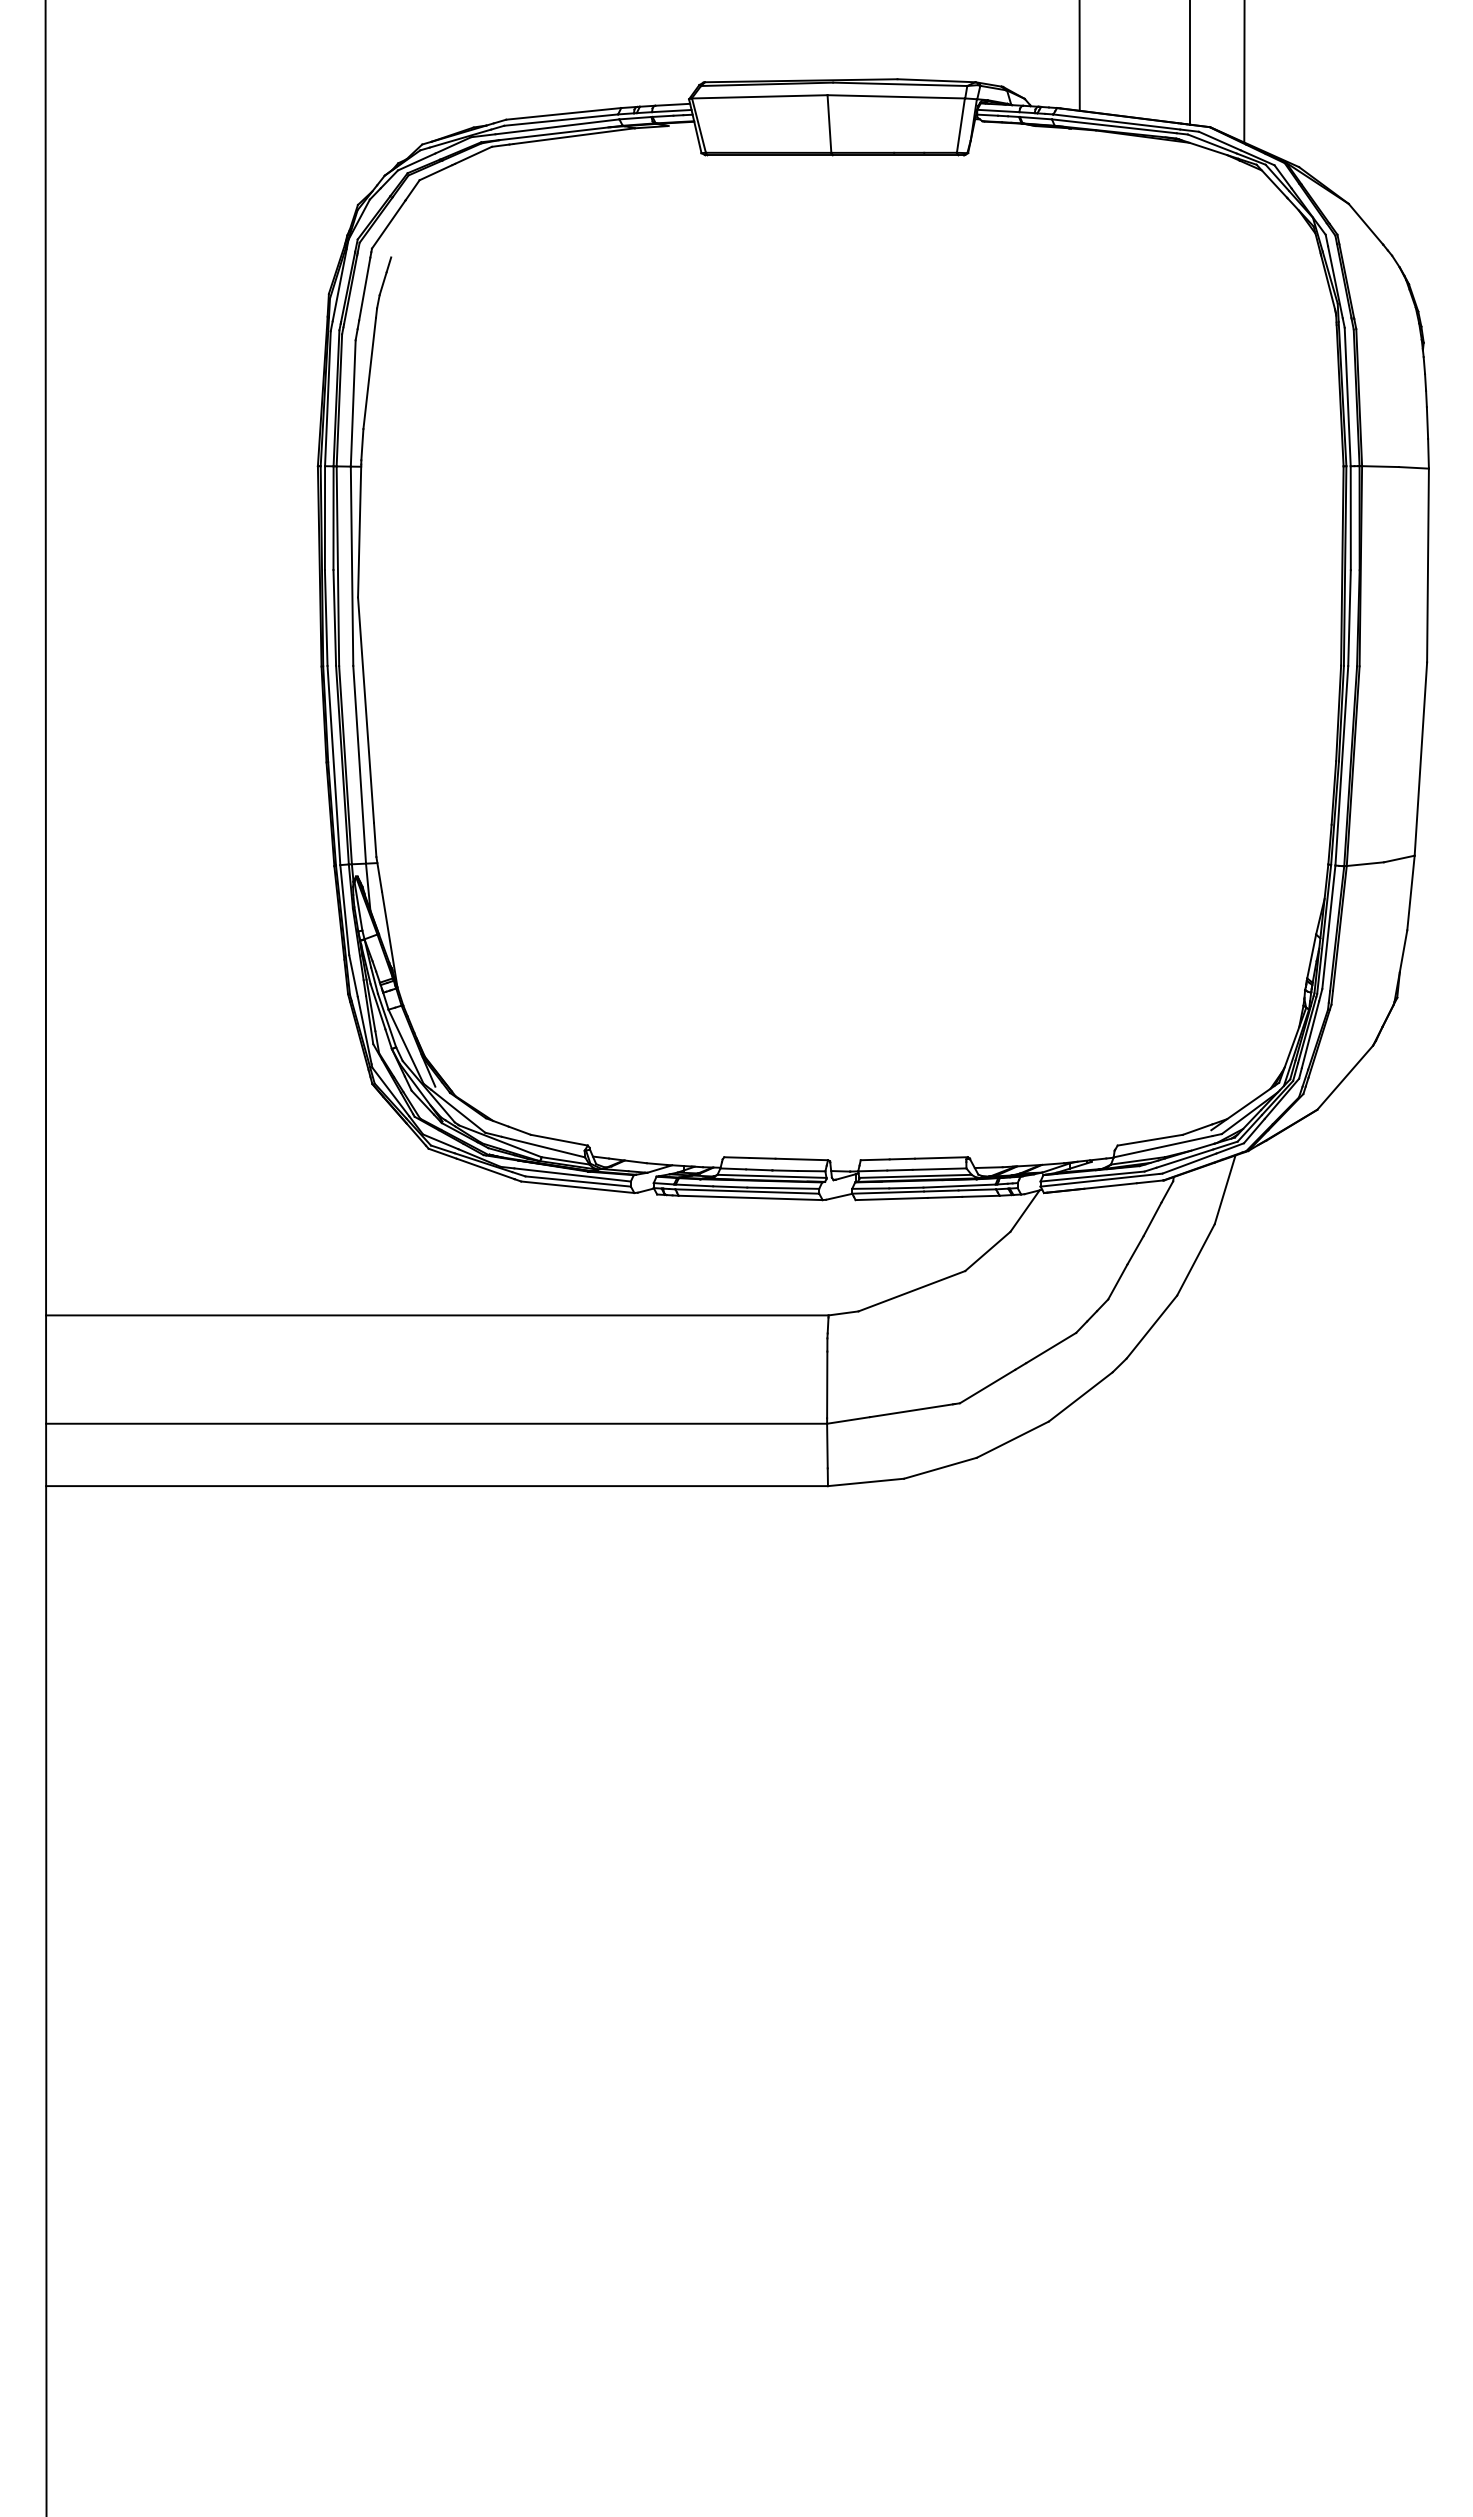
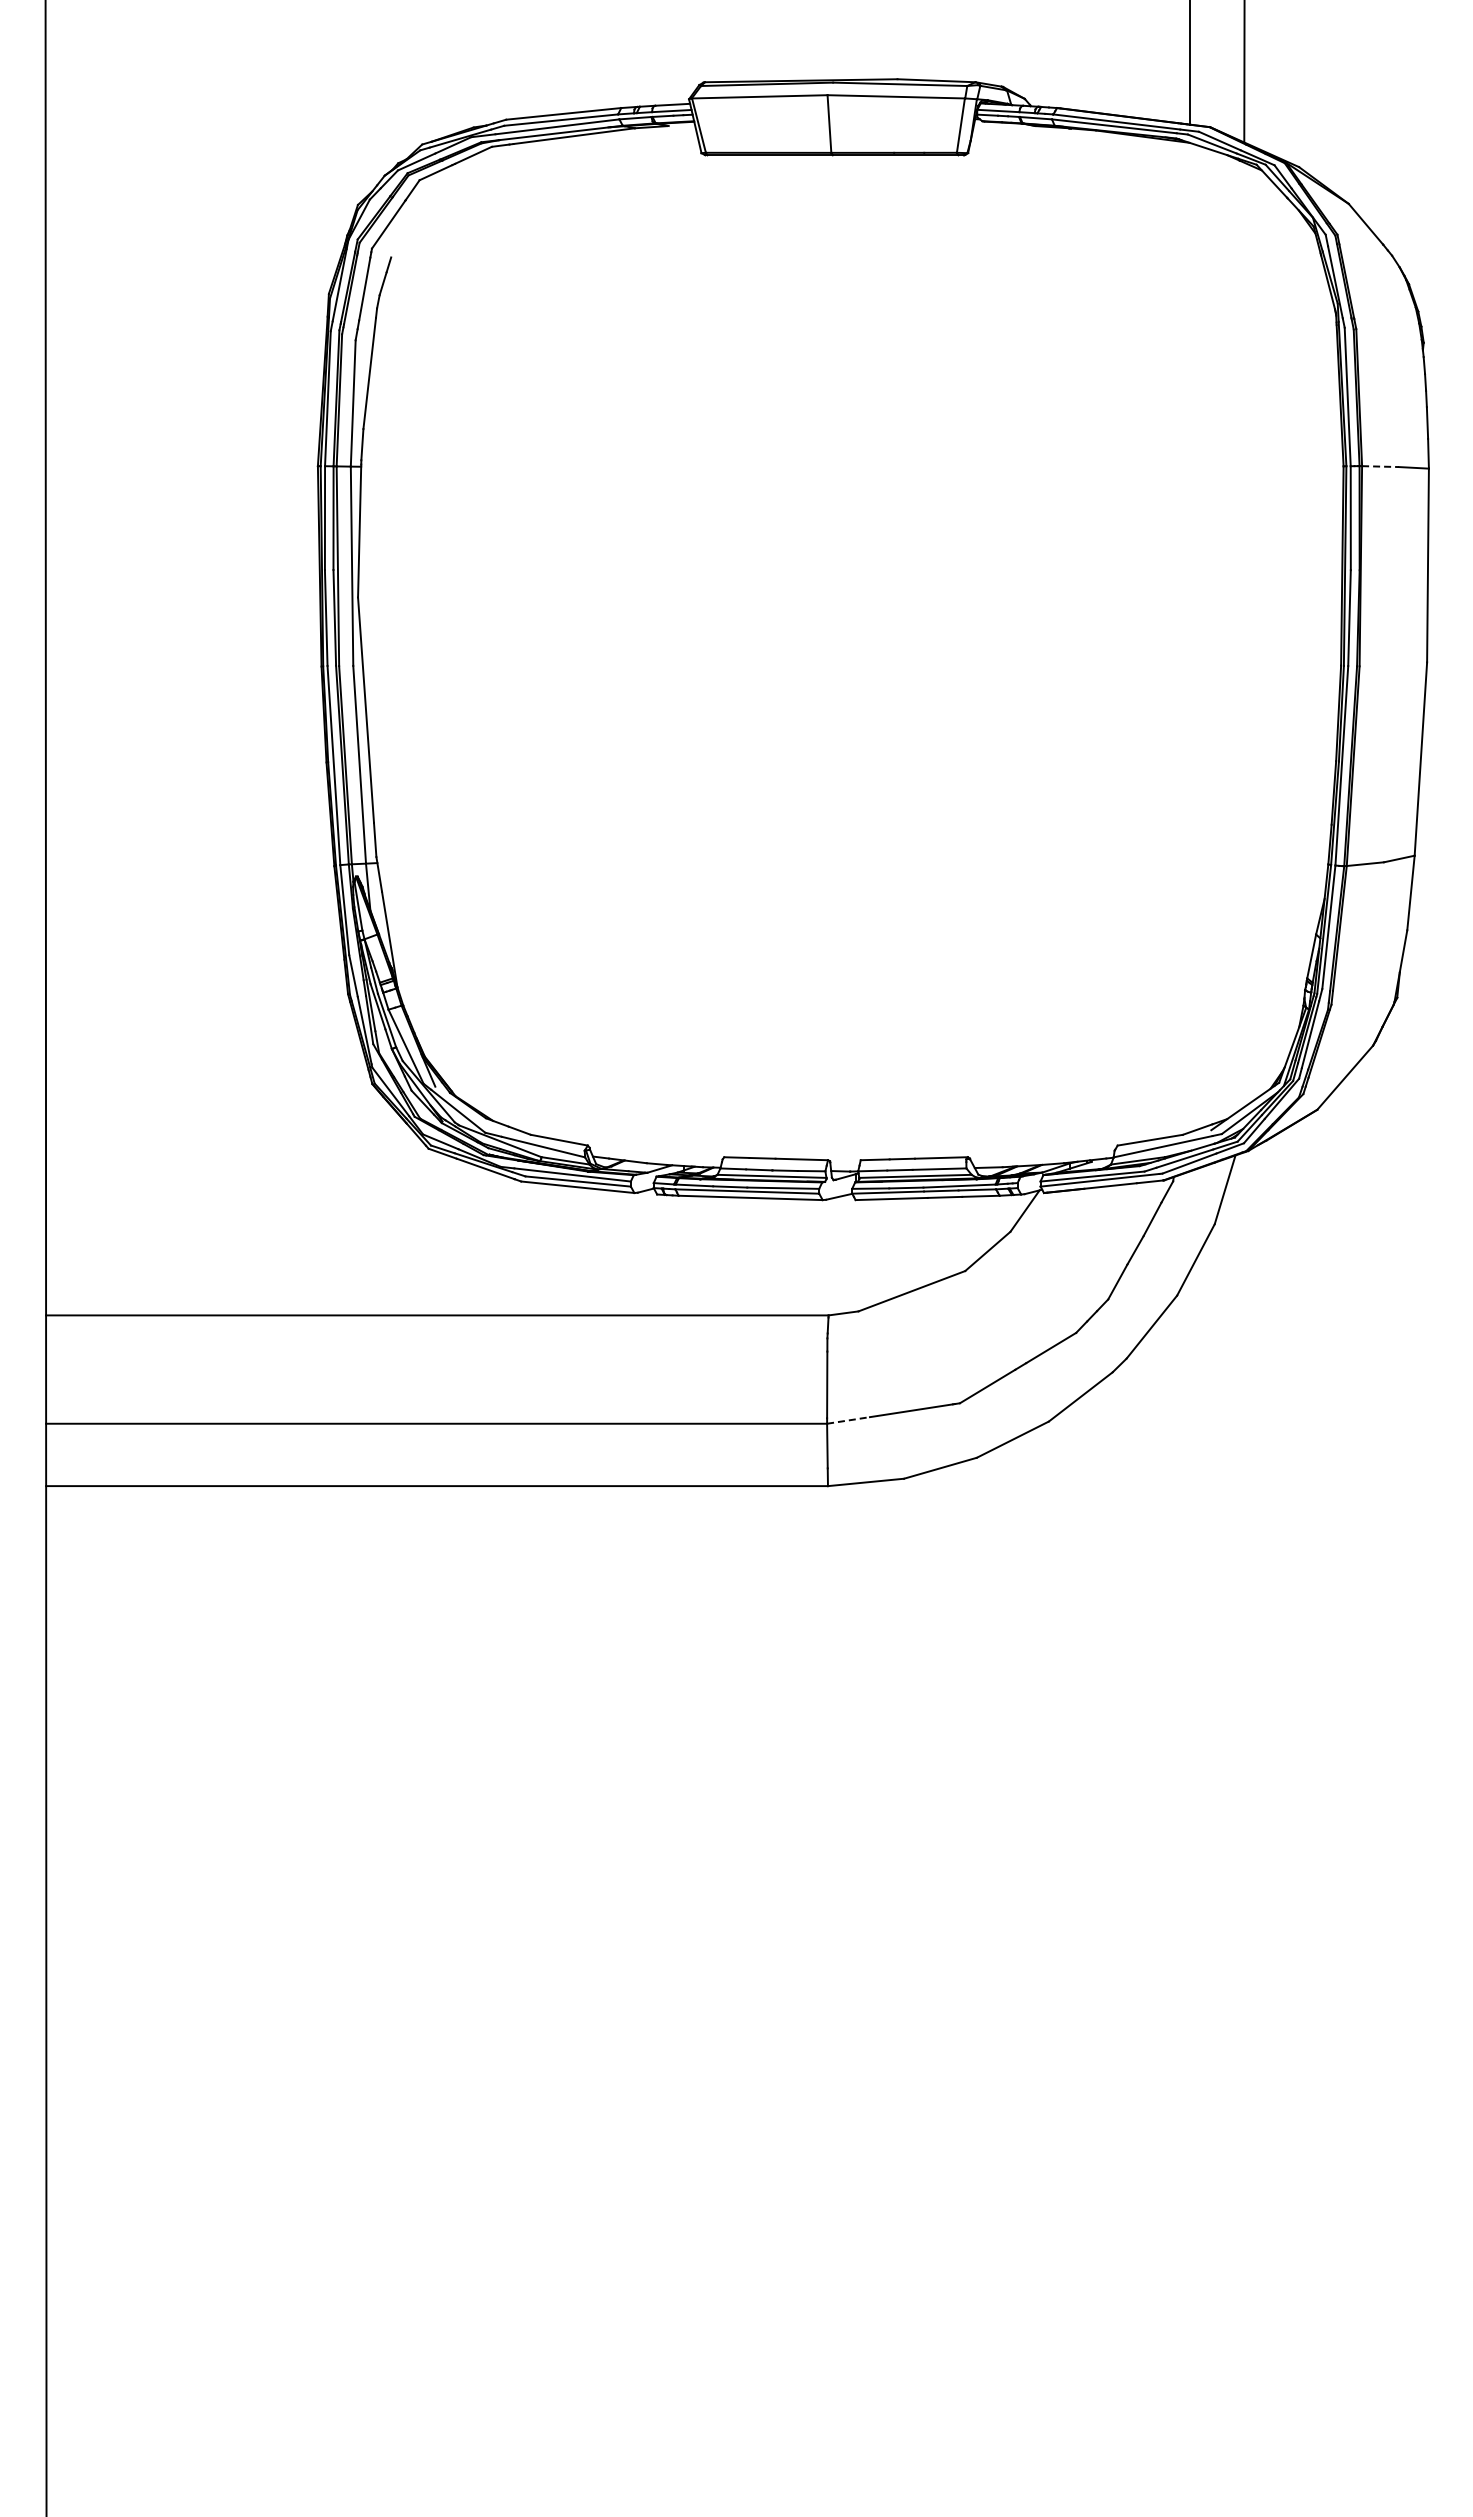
line at (1079, 56): present -> none
line at (1380, 466): solid -> dashed
line at (848, 1420): solid -> dashed
